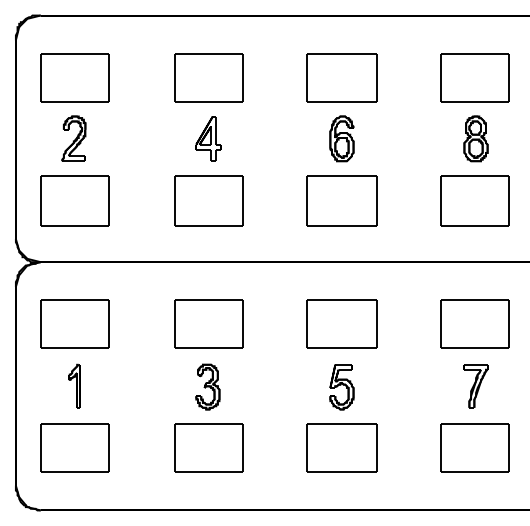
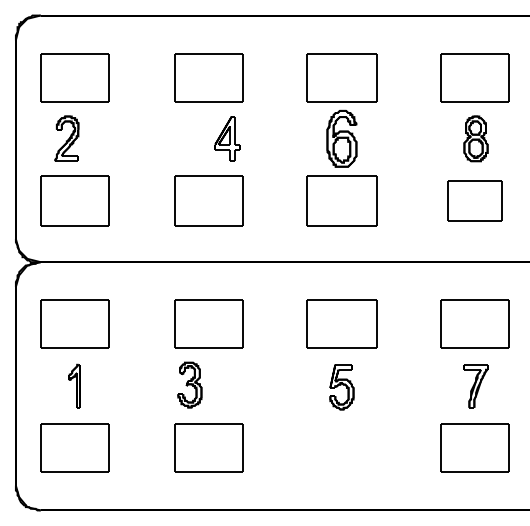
part at (73, 138) position: (73, 138) -> (66, 138)
part at (208, 138) position: (208, 138) -> (227, 138)
part at (341, 138) size: 26x48 px -> 32x59 px
part at (474, 200) size: 70x52 px -> 56x42 px
part at (207, 386) position: (207, 386) -> (189, 384)
part at (341, 447): present -> none
